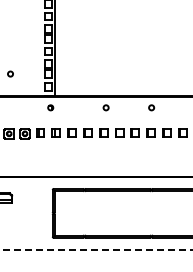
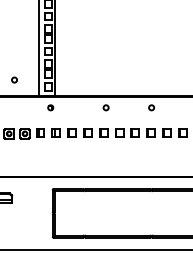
line at (38, 48): none -> present
circle at (10, 73) position: (10, 73) -> (14, 79)
line at (96, 249): dashed -> solid
